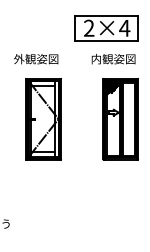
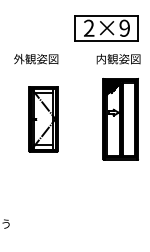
text at (124, 27): 2×4 -> 2×9
text at (113, 59) position: (113, 59) -> (118, 59)
part at (43, 119) size: 37x83 px -> 31x67 px
